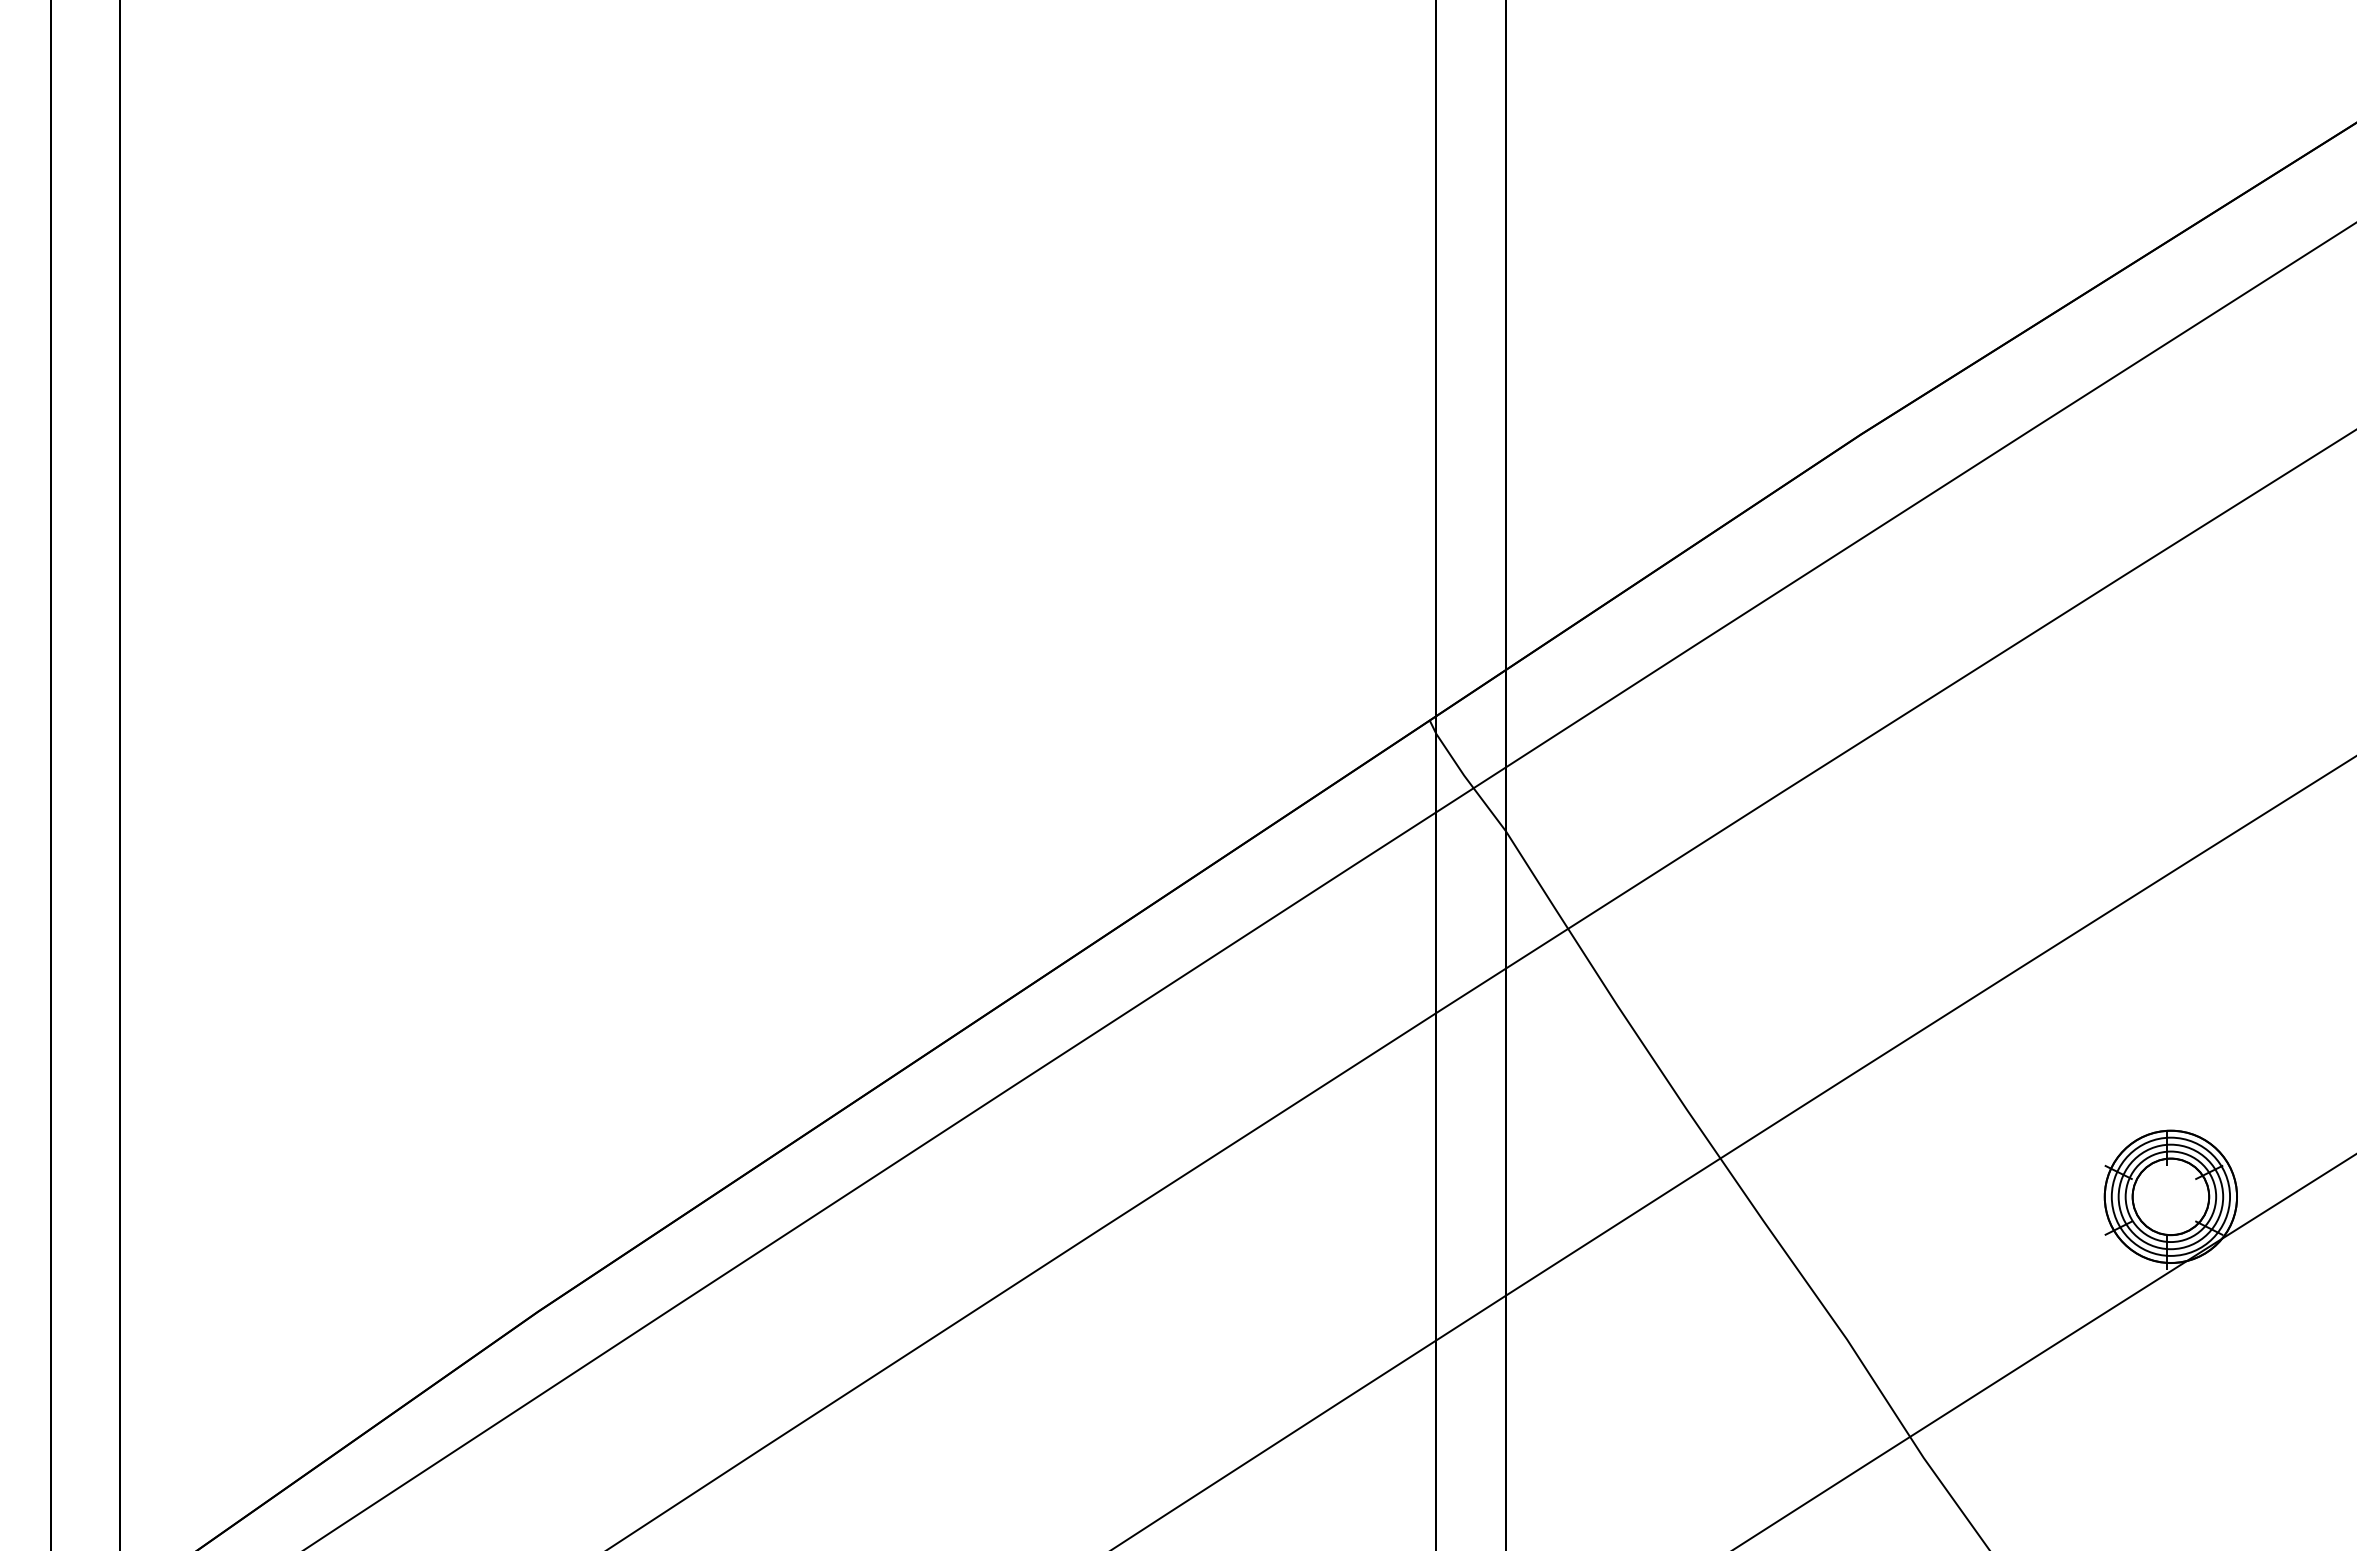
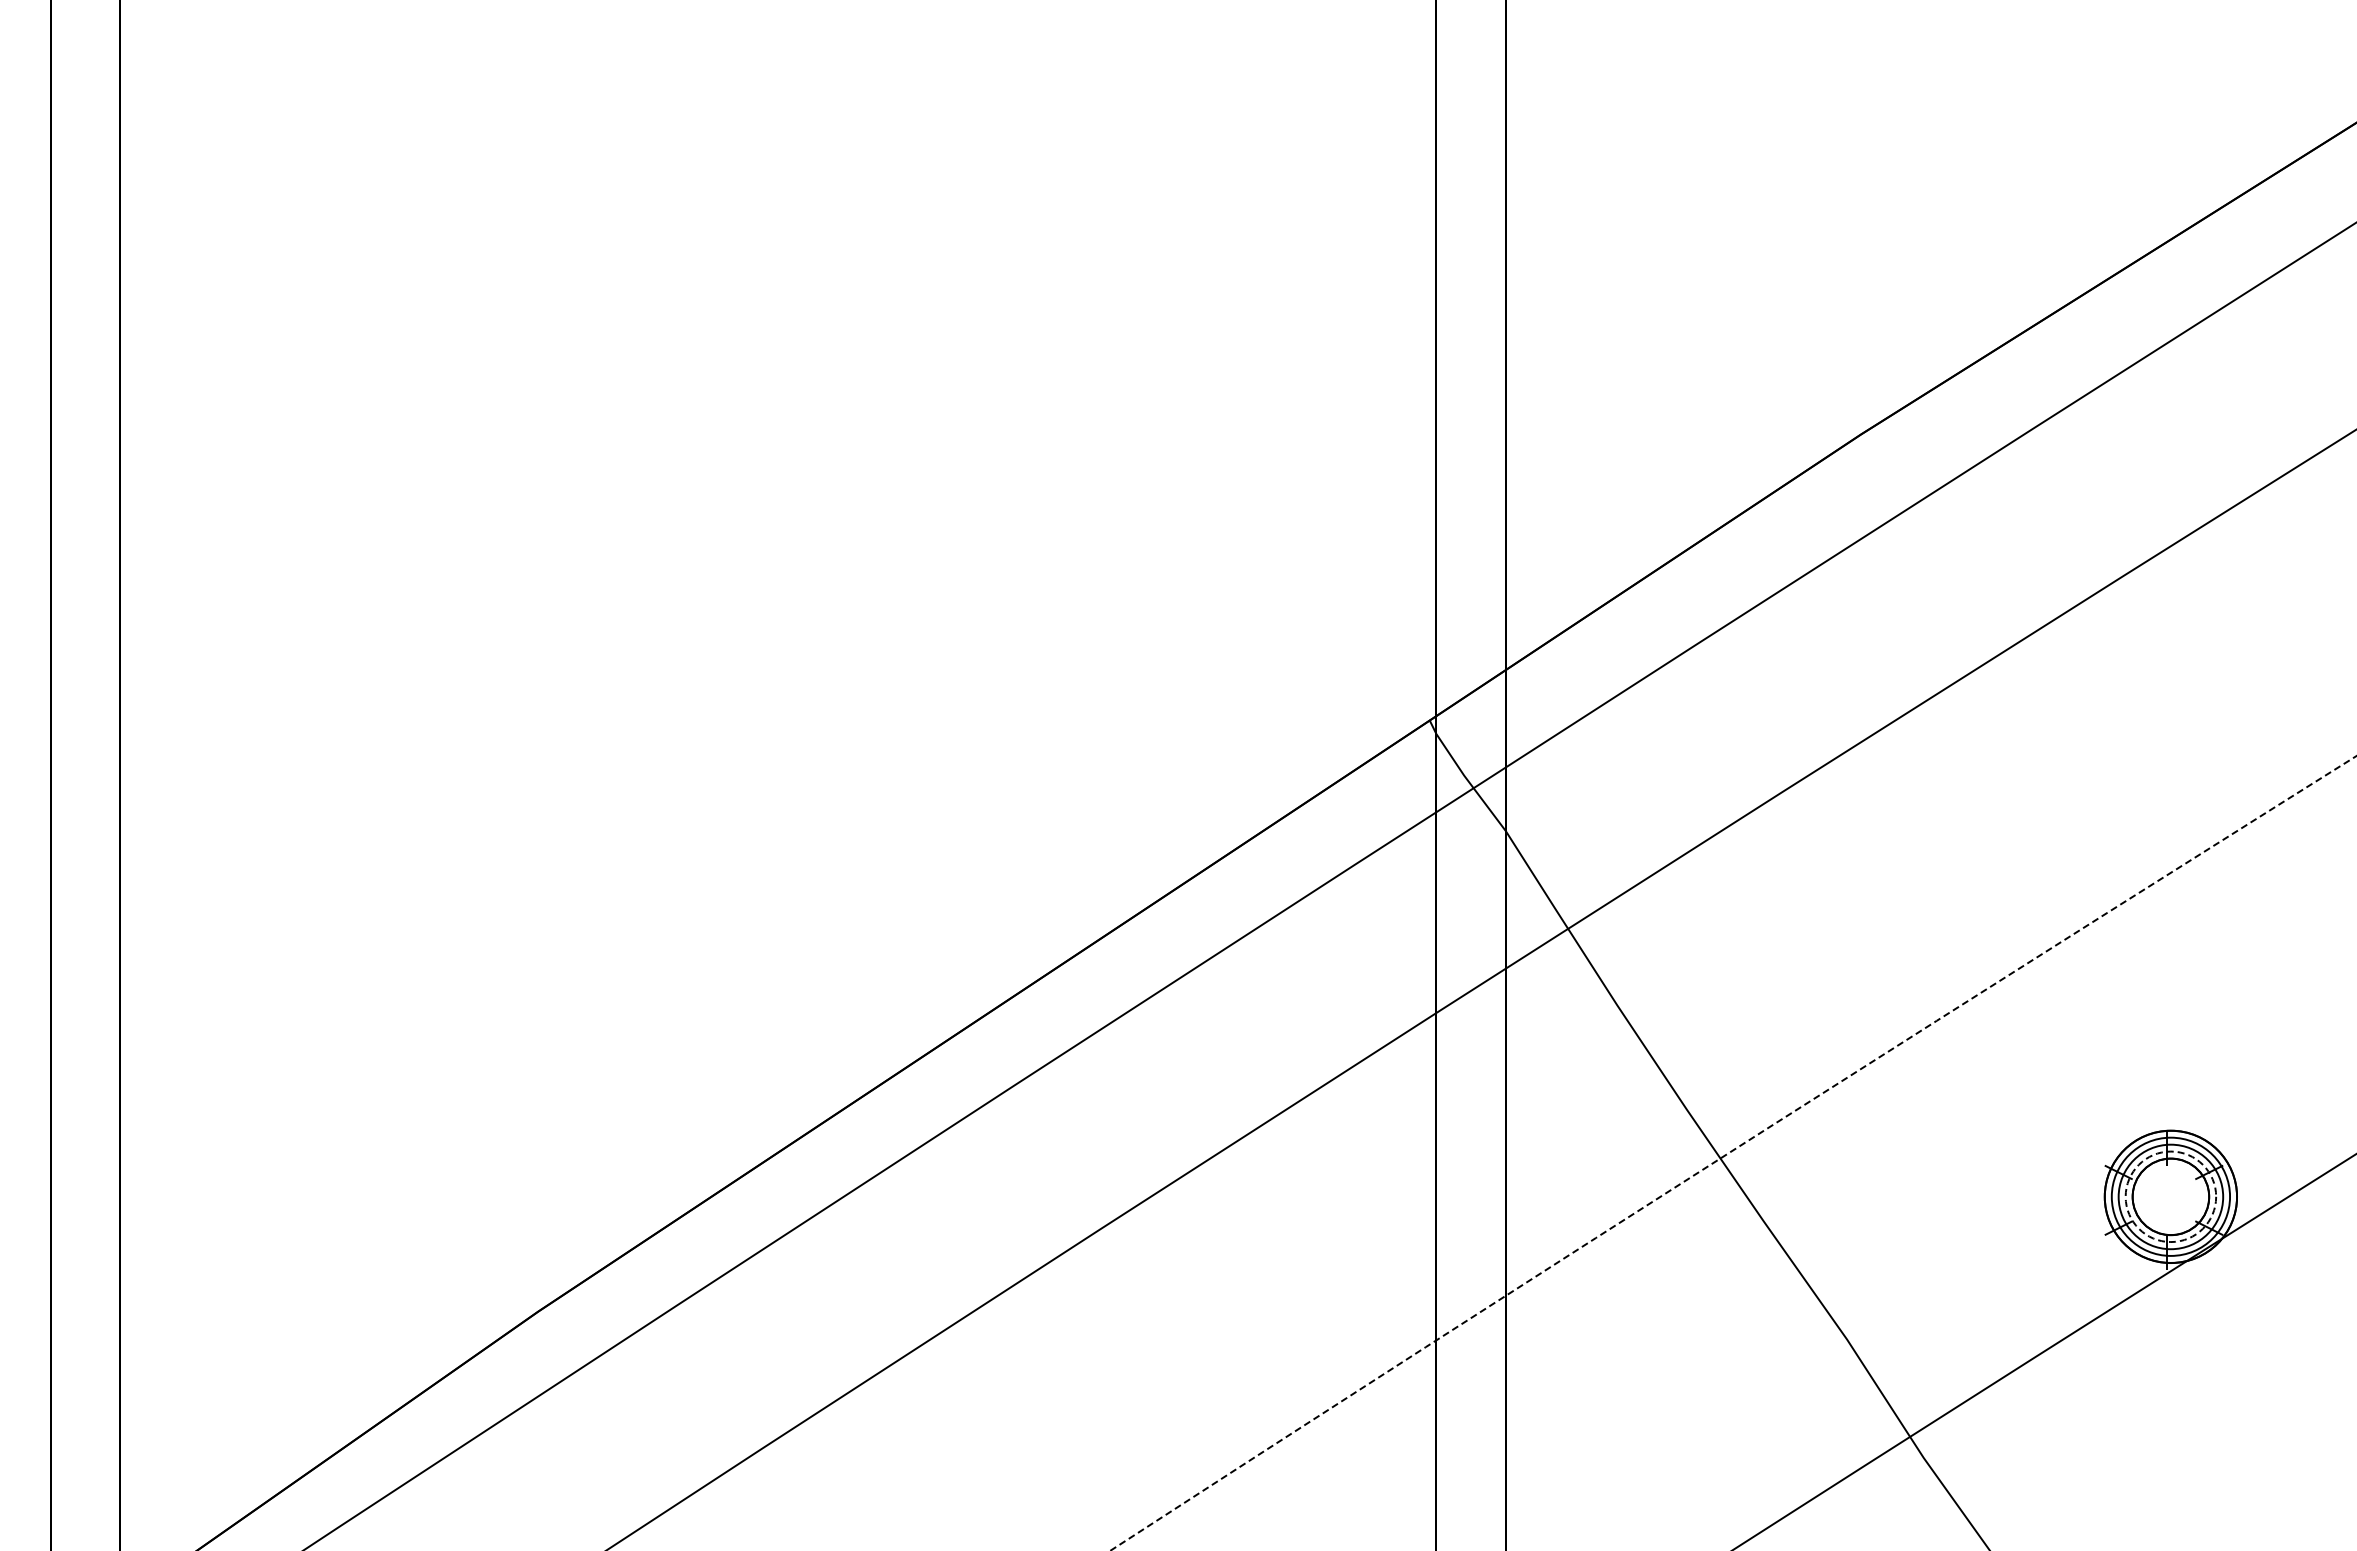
arc at (1732, 1150): solid -> dashed
circle at (2170, 1196): solid -> dashed
